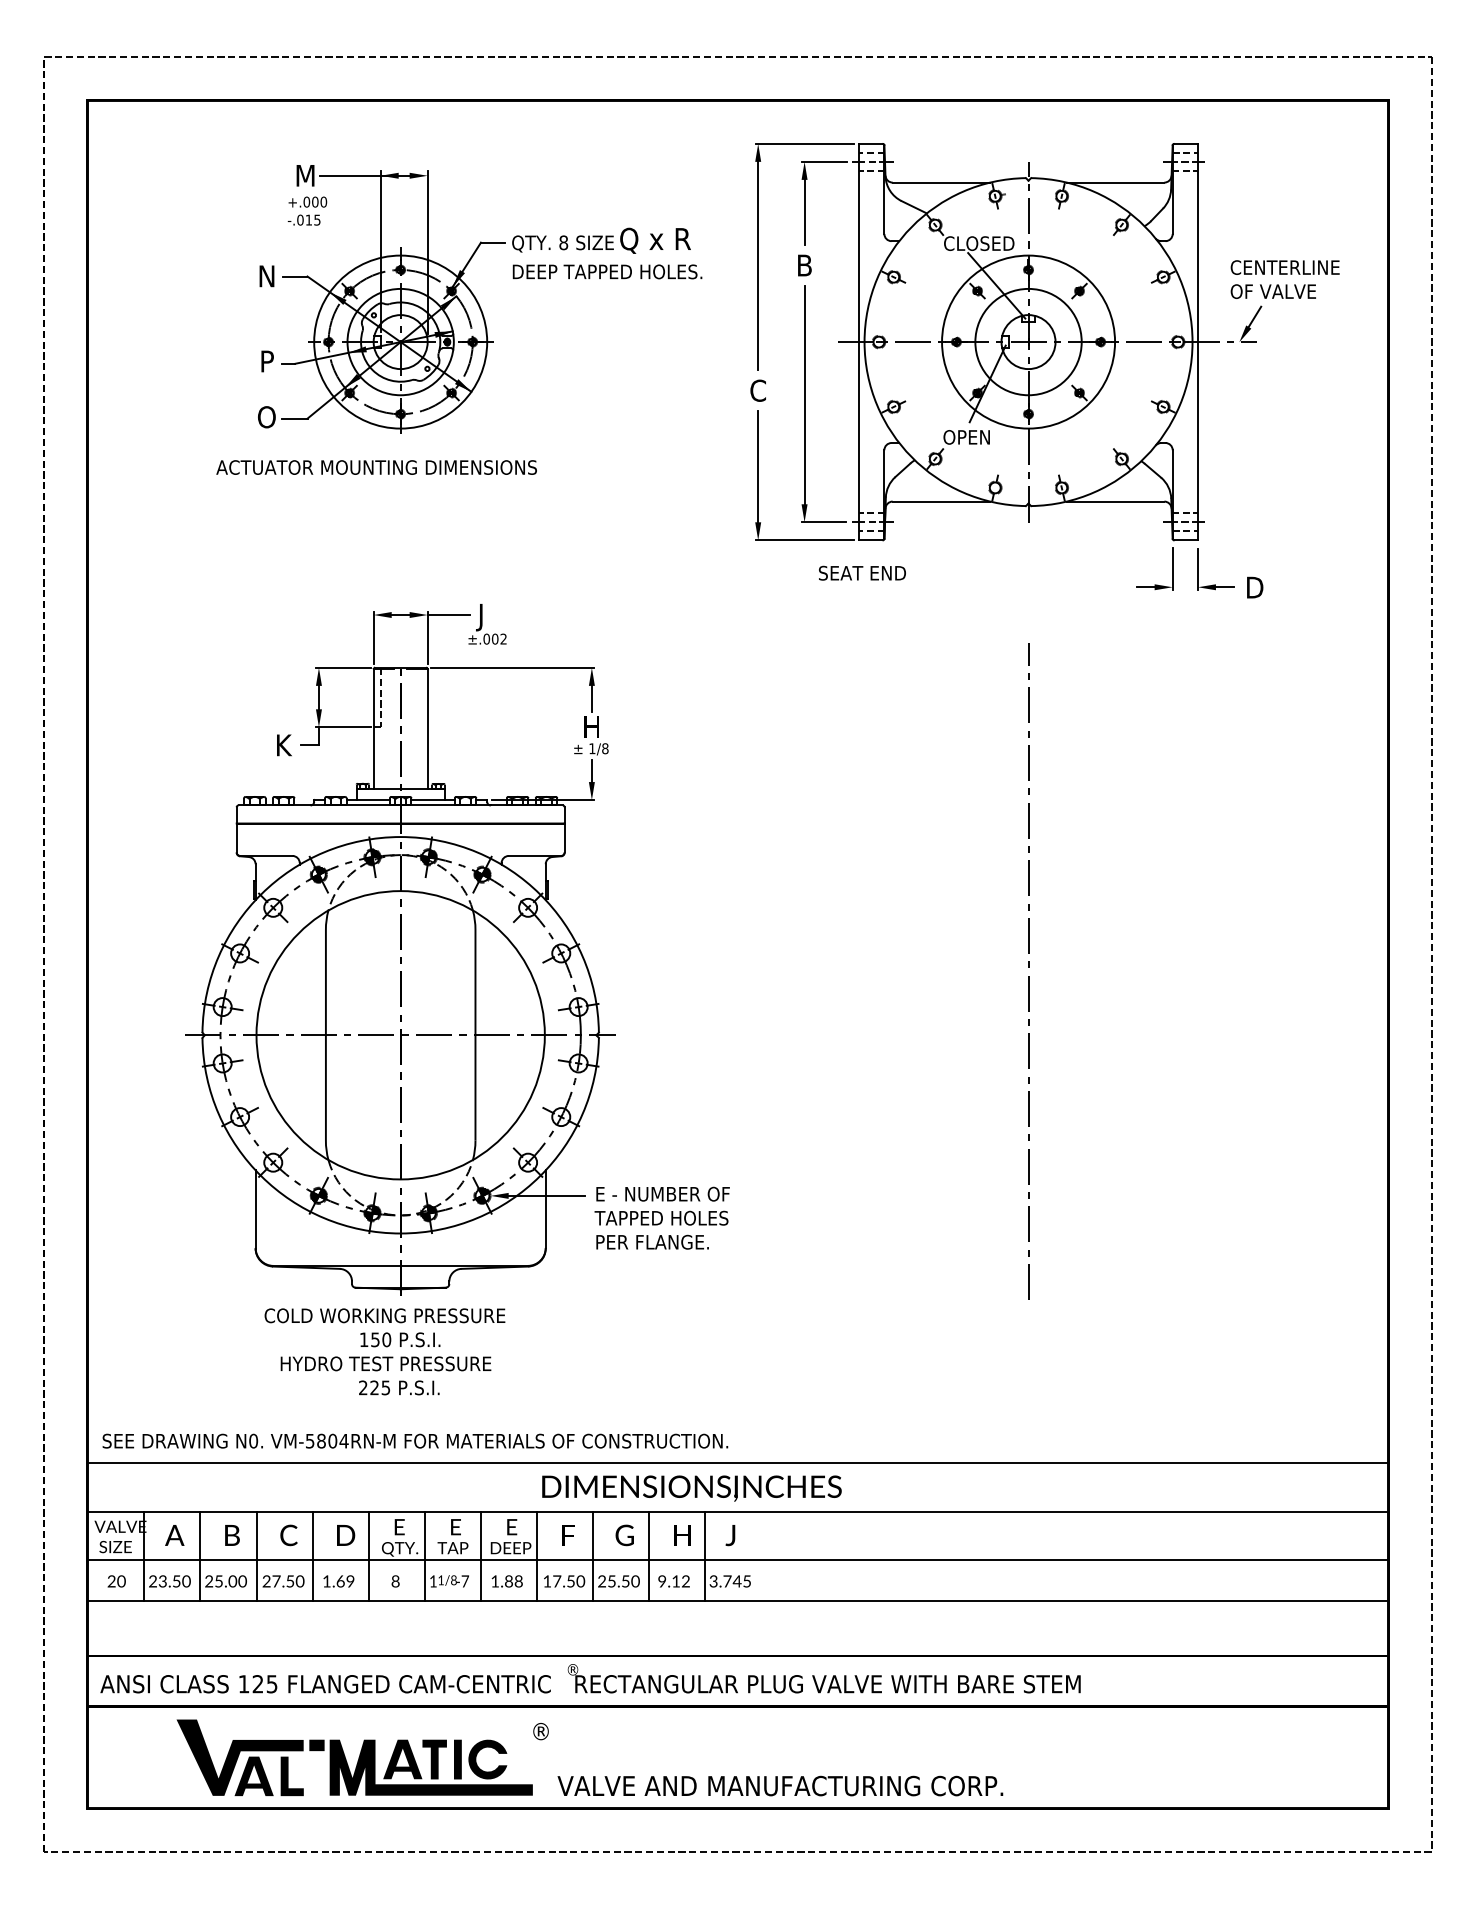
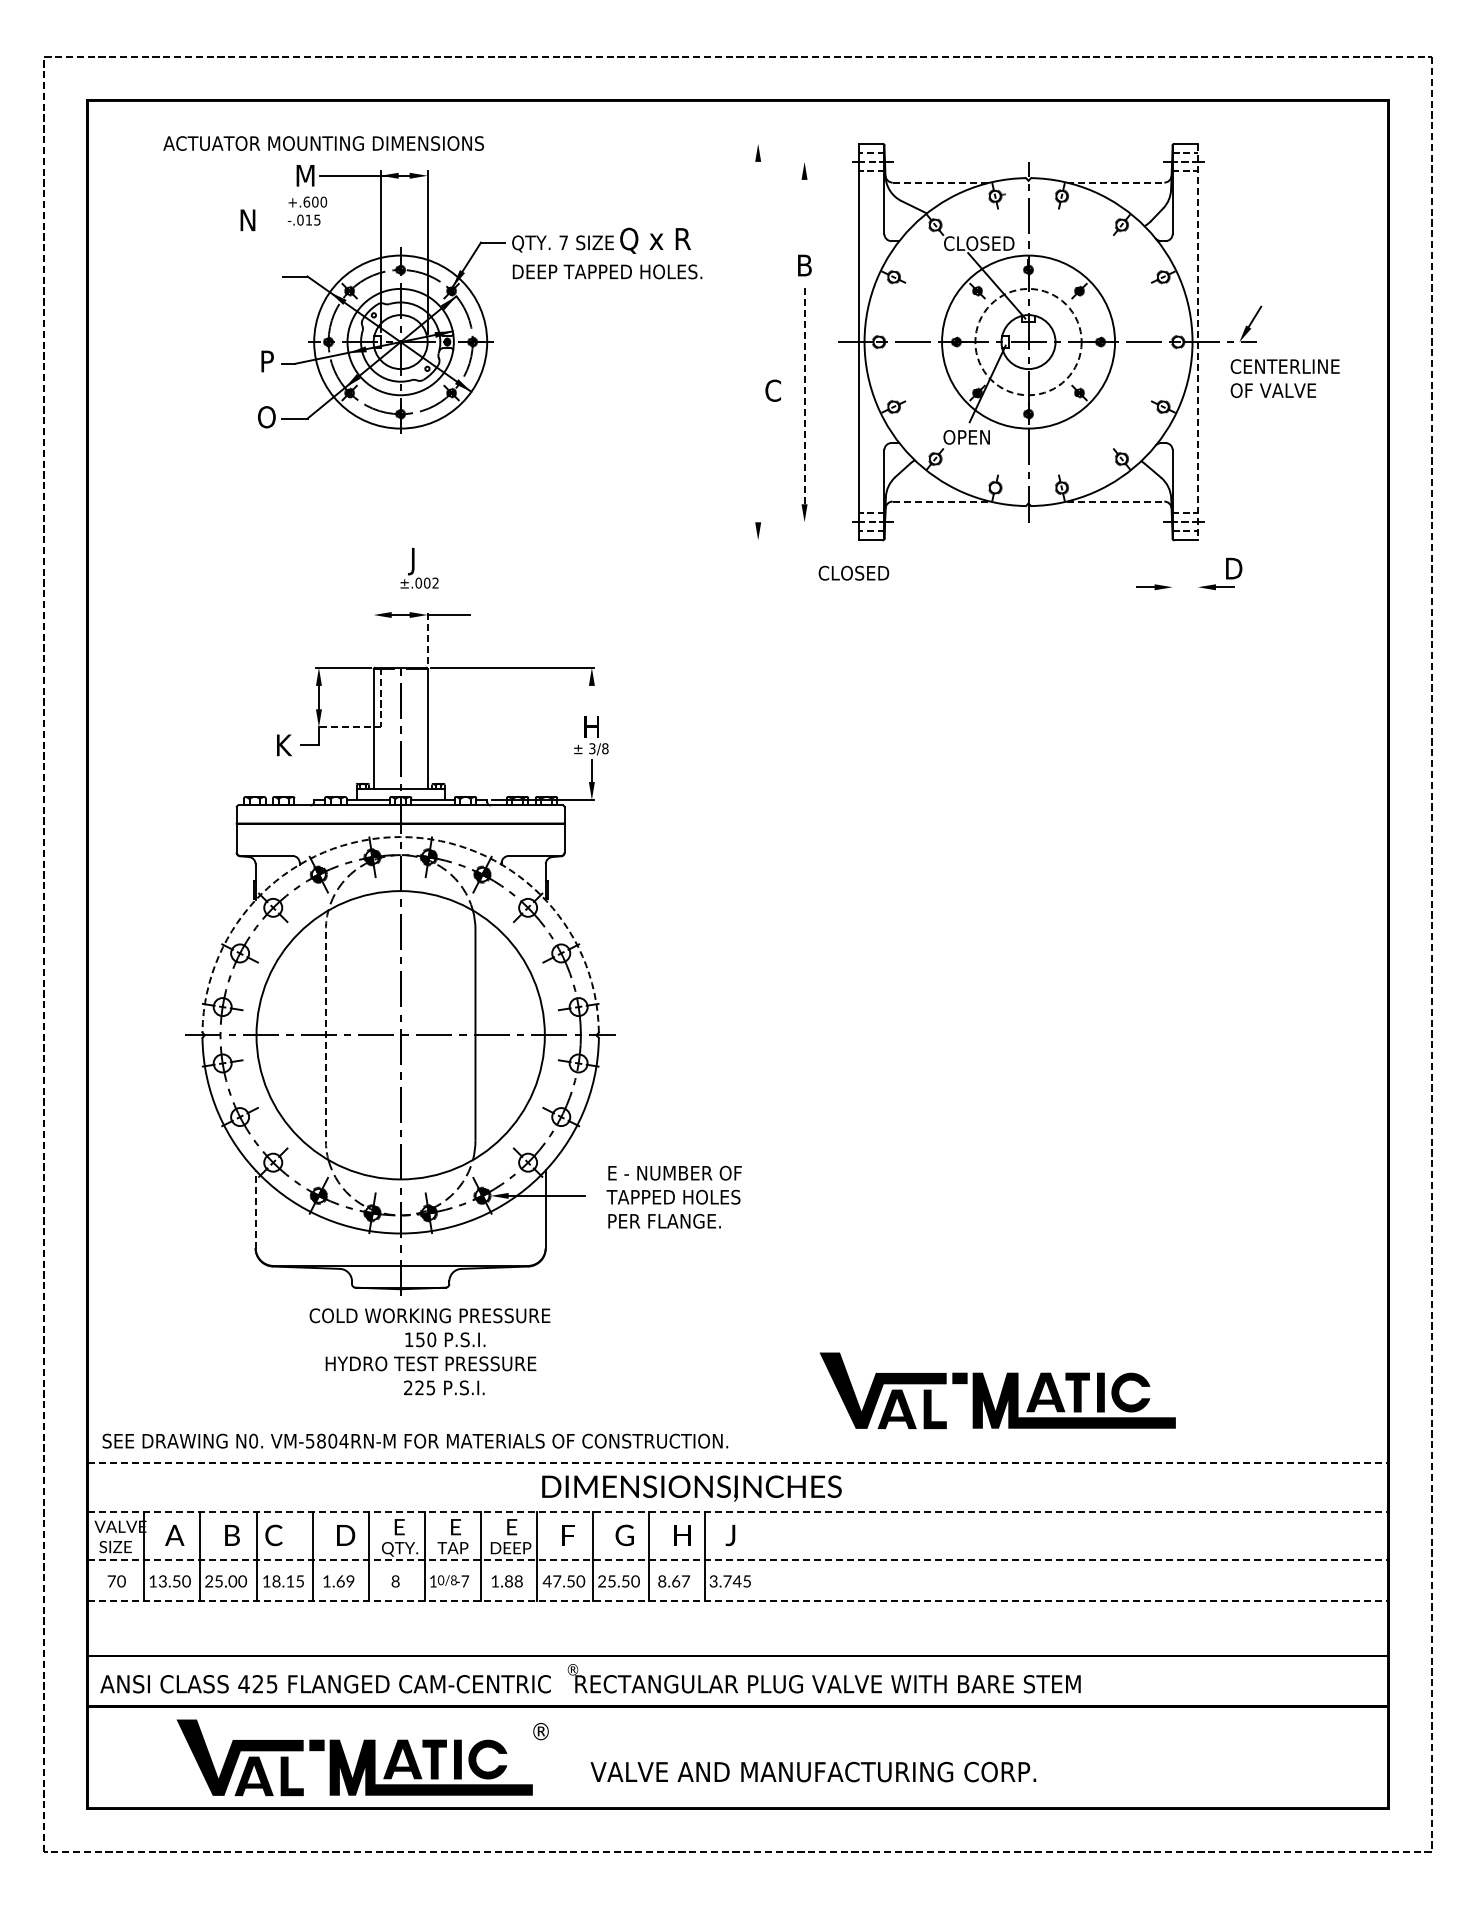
line at (804, 143): present -> none
line at (823, 161): present -> none
line at (941, 182): solid -> dashed
line at (1115, 182): solid -> dashed
text at (306, 201): +.000 -> +.600
line at (804, 211): present -> none
text at (563, 242): 8 -> 7
line at (758, 265): present -> none
text at (266, 276) position: (266, 276) -> (247, 220)
text at (1284, 279) position: (1284, 279) -> (1284, 378)
circle at (1028, 341): solid -> dashed
line at (1197, 342): solid -> dashed
text at (757, 390) position: (757, 390) -> (772, 390)
line at (804, 394): solid -> dashed
line at (758, 466): present -> none
text at (376, 467) position: (376, 467) -> (323, 143)
line at (941, 501): solid -> dashed
line at (1115, 501): solid -> dashed
line at (823, 522): present -> none
line at (804, 540): present -> none
line at (1172, 568): present -> none
line at (1197, 568): present -> none
text at (861, 572): SEAT END -> CLOSED
text at (1255, 587) position: (1255, 587) -> (1234, 568)
text at (487, 624) position: (487, 624) -> (419, 568)
line at (373, 637): present -> none
line at (427, 638): solid -> dashed
line at (591, 698): present -> none
line at (342, 727): solid -> dashed
text at (592, 748): 1/8 -> 3/8
arc at (400, 837): solid -> dashed
line at (1028, 967): present -> none
line at (325, 1035): solid -> dashed
line at (255, 1208): solid -> dashed
text at (661, 1217) position: (661, 1217) -> (673, 1196)
text at (384, 1351) position: (384, 1351) -> (429, 1351)
part at (997, 1390): none -> present
line at (738, 1463): solid -> dashed
line at (738, 1511): solid -> dashed
text at (288, 1535) position: (288, 1535) -> (273, 1535)
line at (738, 1560): solid -> dashed
text at (440, 1580): 1/8 -> 0/8
text at (111, 1581): 20 -> 70
text at (152, 1581): 23.50 -> 13.50
text at (283, 1581): 27.50 -> 18.15
text at (546, 1581): 17.50 -> 47.50
text at (674, 1581): 9.12 -> 8.67
line at (738, 1600): solid -> dashed
text at (243, 1684): 125 -> 425
text at (780, 1785) position: (780, 1785) -> (813, 1771)
